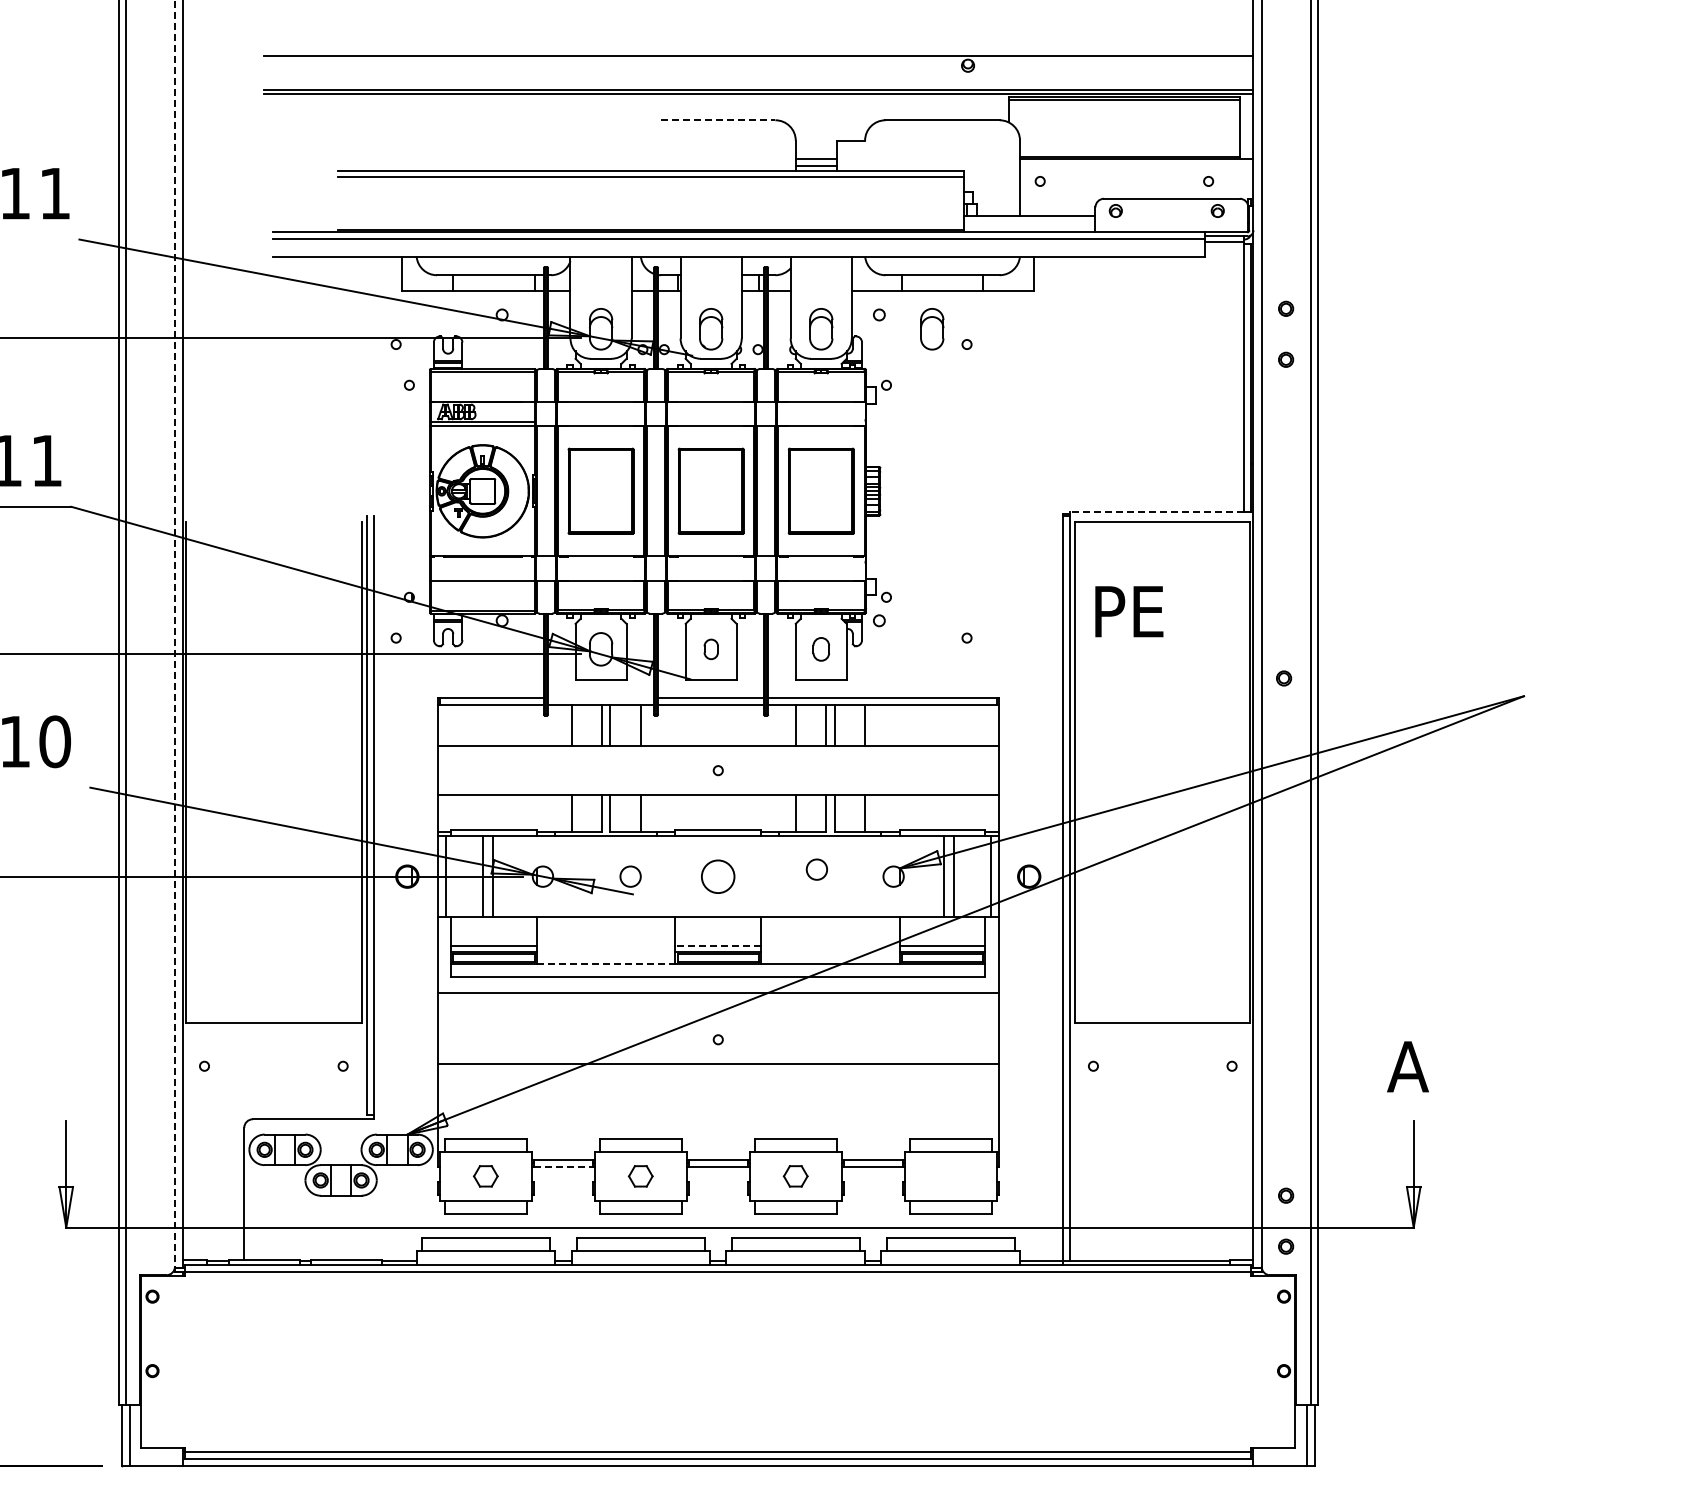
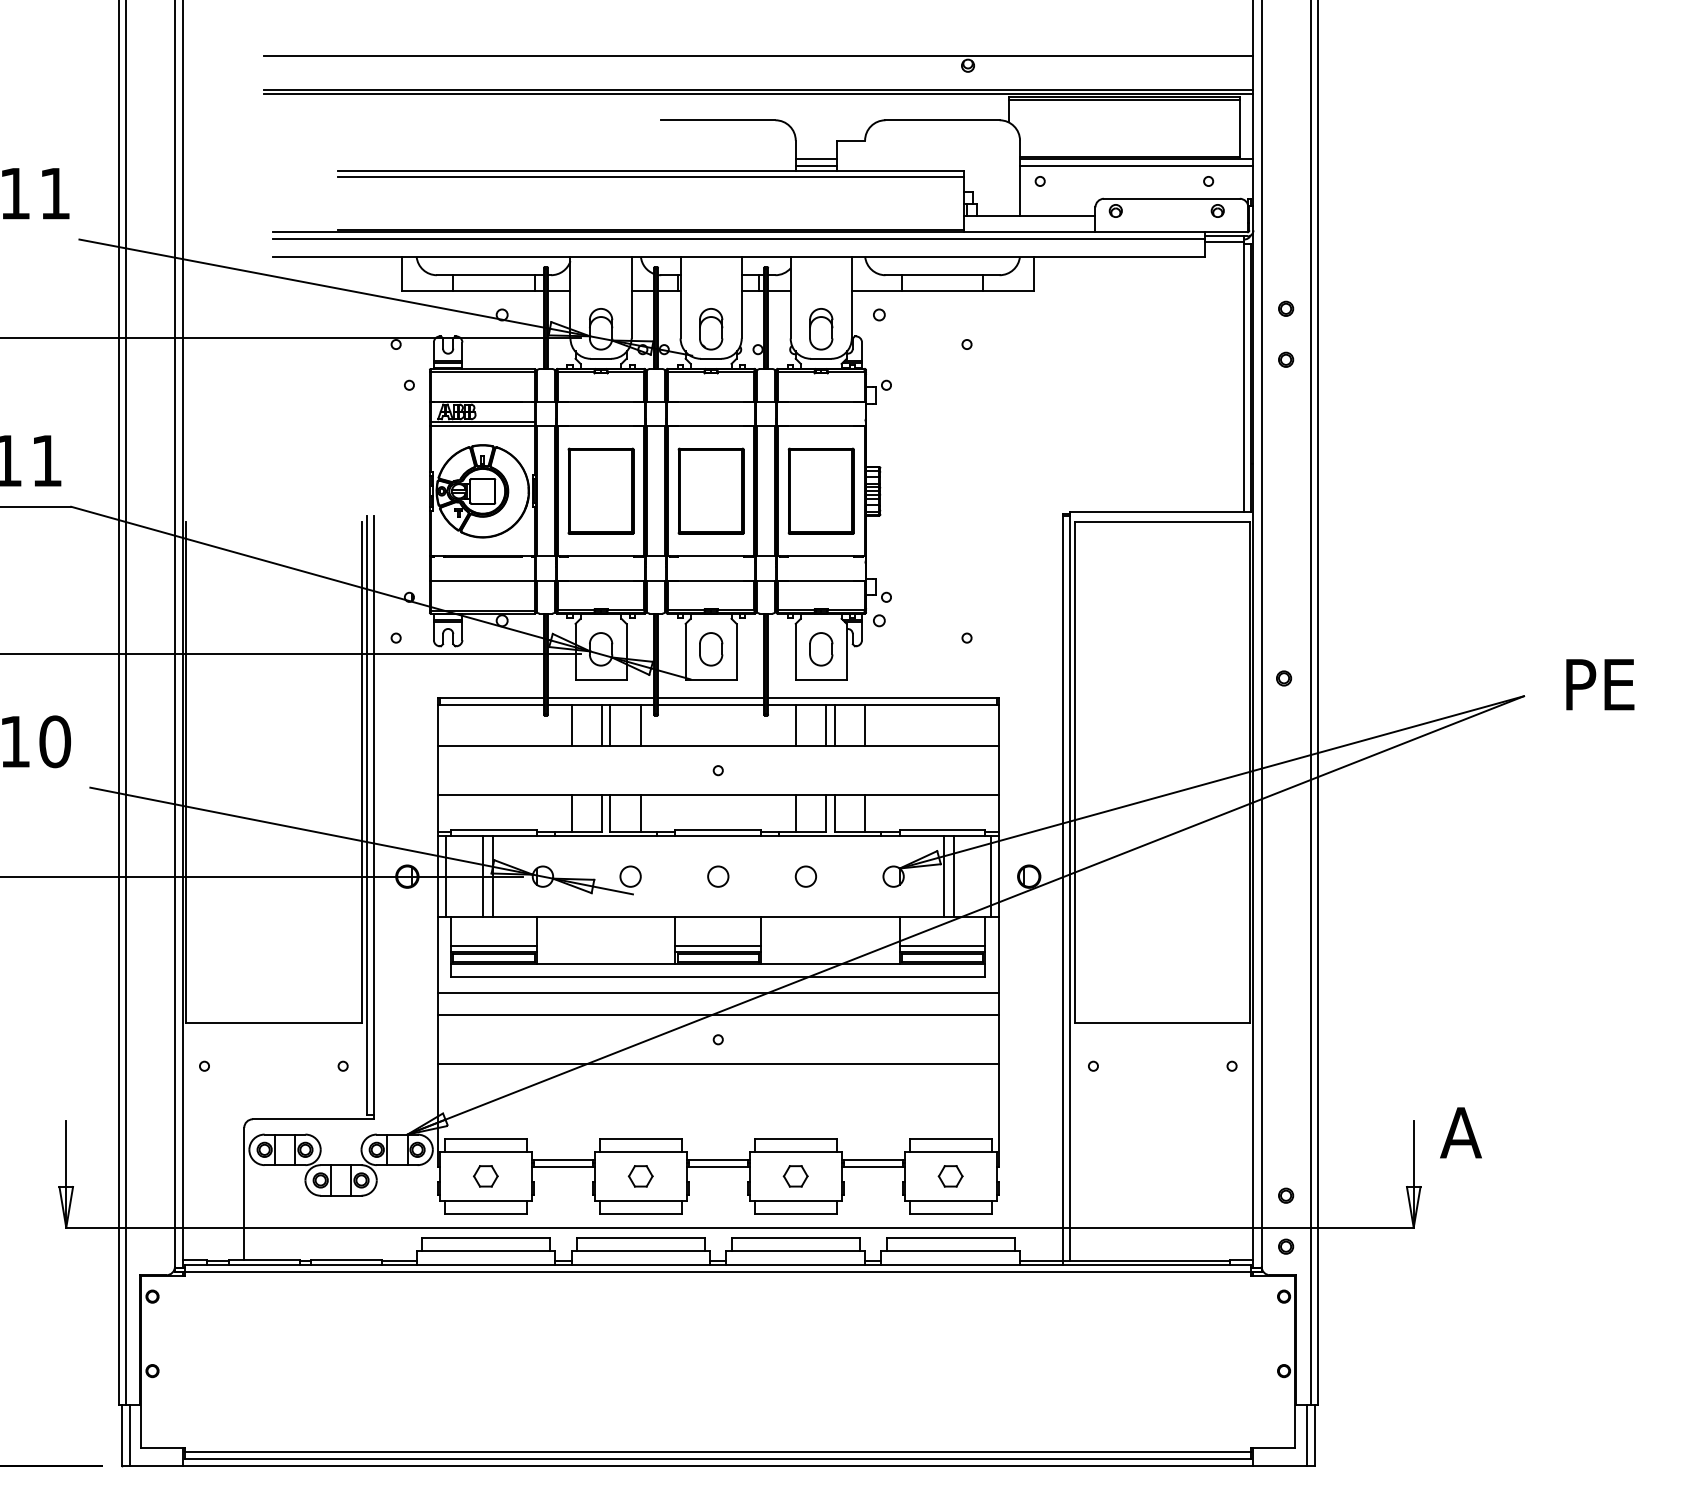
line at (718, 120): dashed -> solid
line at (1136, 166): none -> present
part at (932, 329): present -> none
line at (1156, 511): dashed -> solid
text at (1129, 611) position: (1129, 611) -> (1600, 684)
line at (174, 633): dashed -> solid
part at (710, 649) size: 16x23 px -> 25x35 px
part at (820, 649) size: 18x25 px -> 25x35 px
line at (601, 698): none -> present
circle at (816, 869) position: (816, 869) -> (805, 876)
circle at (718, 876) size: 35x35 px -> 23x23 px
line at (718, 945): dashed -> solid
line at (606, 964): dashed -> solid
line at (717, 1015): none -> present
text at (1407, 1066) position: (1407, 1066) -> (1460, 1132)
line at (563, 1167): dashed -> solid
part at (950, 1176): none -> present
